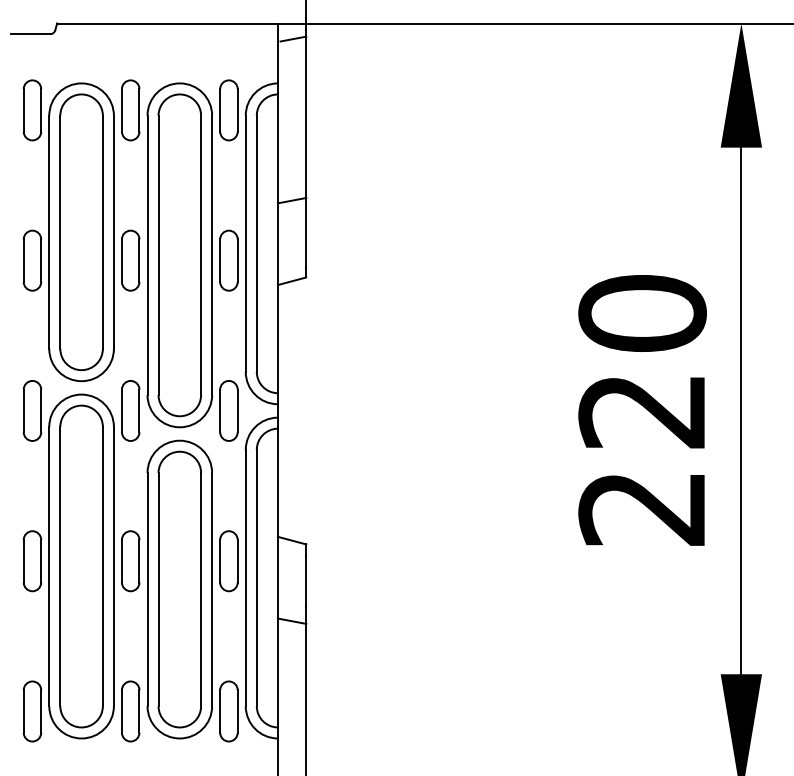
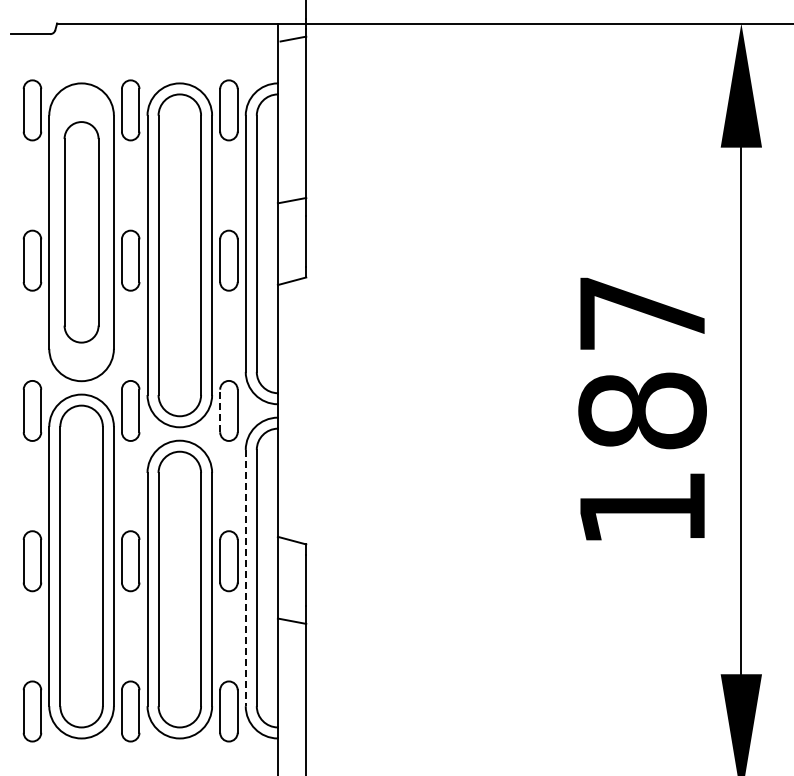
part at (81, 232) size: 45x279 px -> 37x223 px
line at (220, 410): solid -> dashed
text at (642, 410): 220 -> 187
line at (245, 578): solid -> dashed
